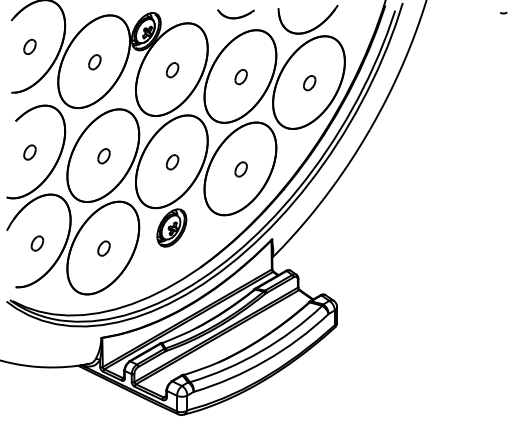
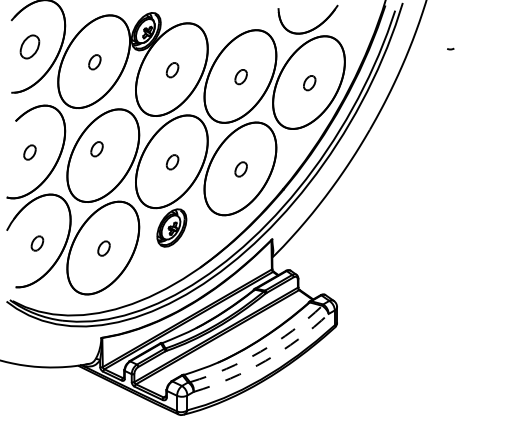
arc at (503, 12) position: (503, 12) -> (450, 48)
part at (235, 14): present -> none
part at (29, 46) size: 14x16 px -> 22x26 px
part at (103, 156) position: (103, 156) -> (96, 149)
arc at (260, 351): solid -> dashed
arc at (265, 360): solid -> dashed
